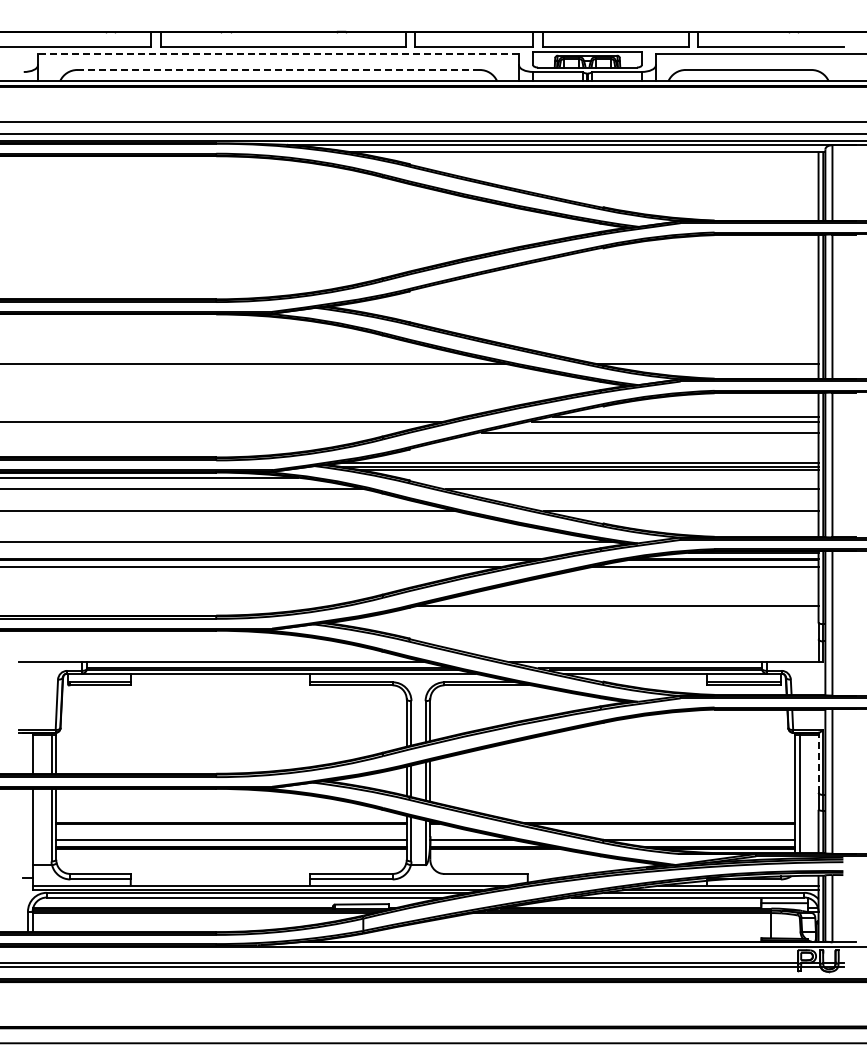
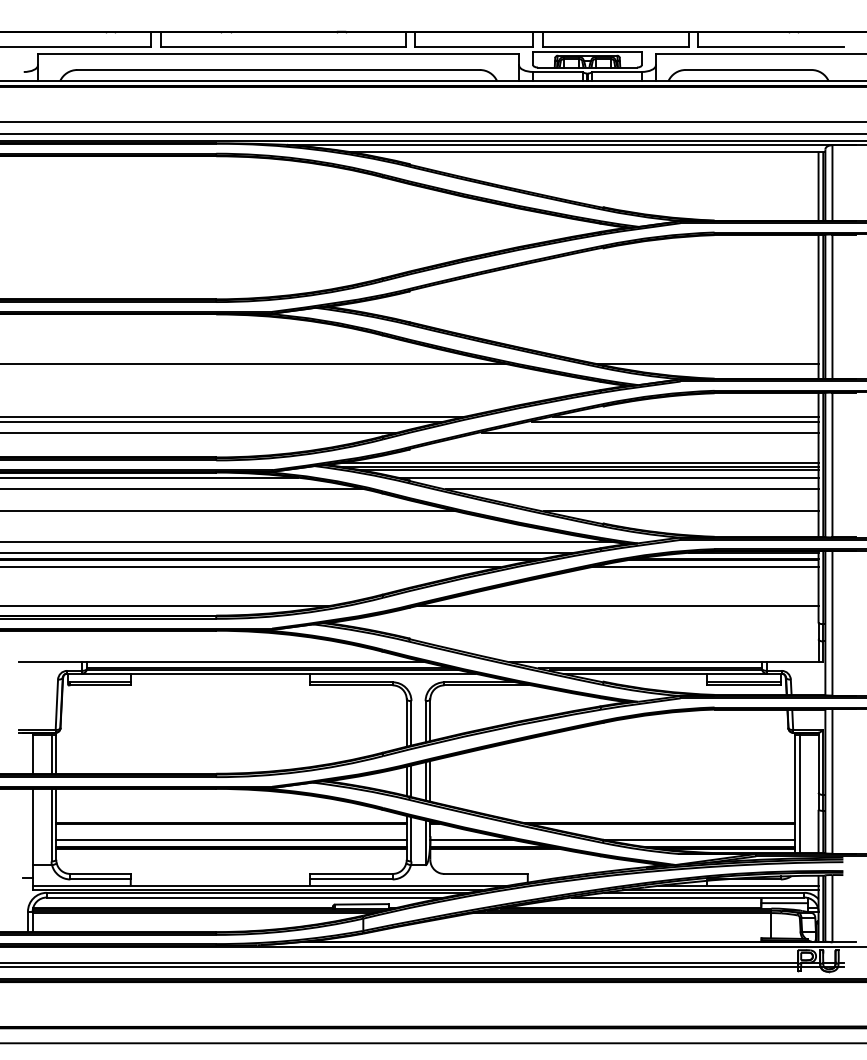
line at (278, 53): dashed -> solid
line at (278, 69): dashed -> solid
line at (232, 417): none -> present
line at (199, 432): none -> present
line at (607, 477): none -> present
line at (288, 552): none -> present
line at (165, 605): none -> present
line at (818, 762): dashed -> solid
